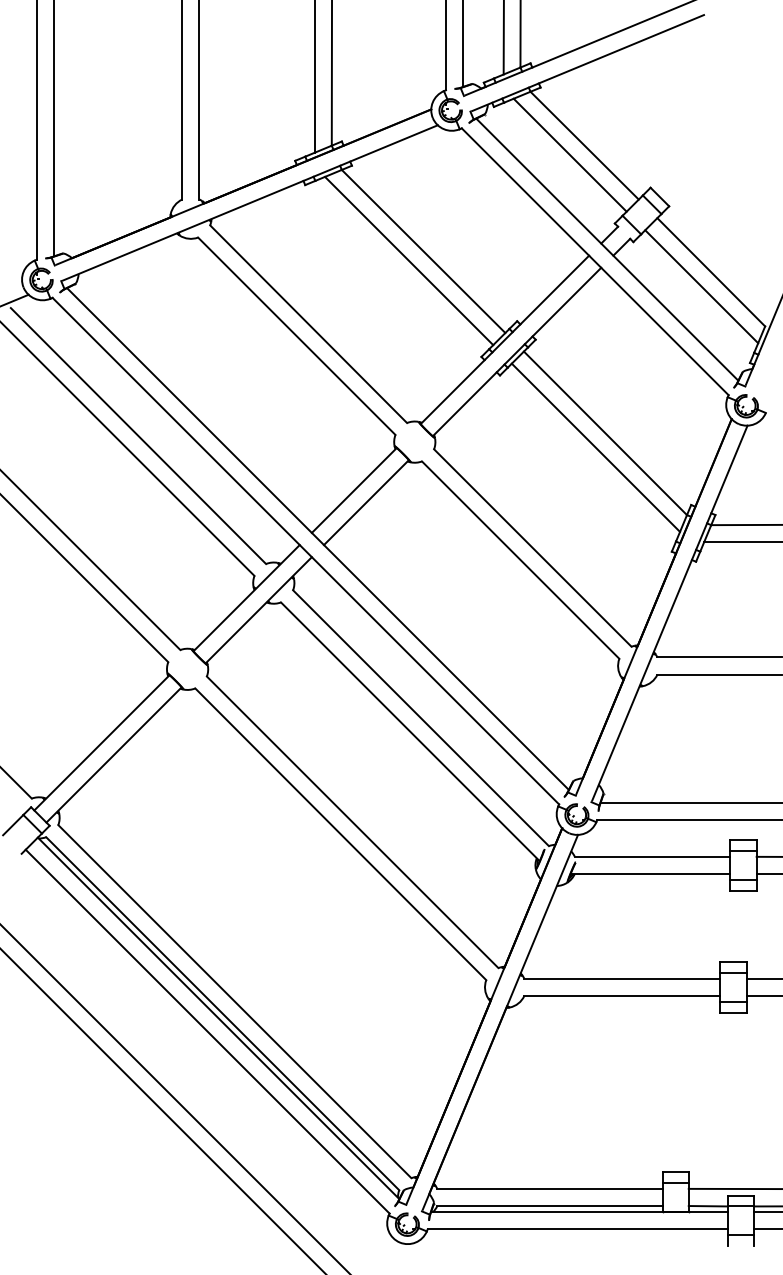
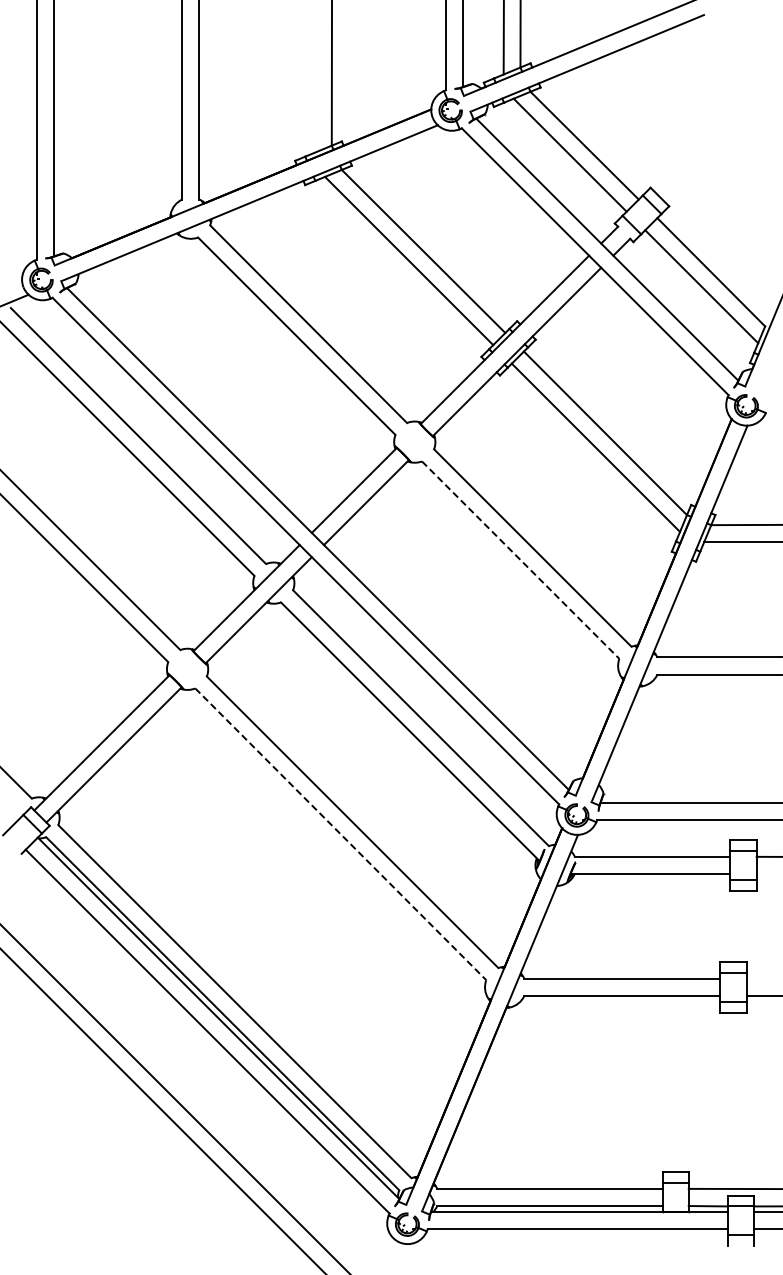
line at (314, 77): present -> none
line at (520, 560): solid -> dashed
line at (340, 834): solid -> dashed
line at (767, 873): present -> none
line at (762, 978): present -> none
